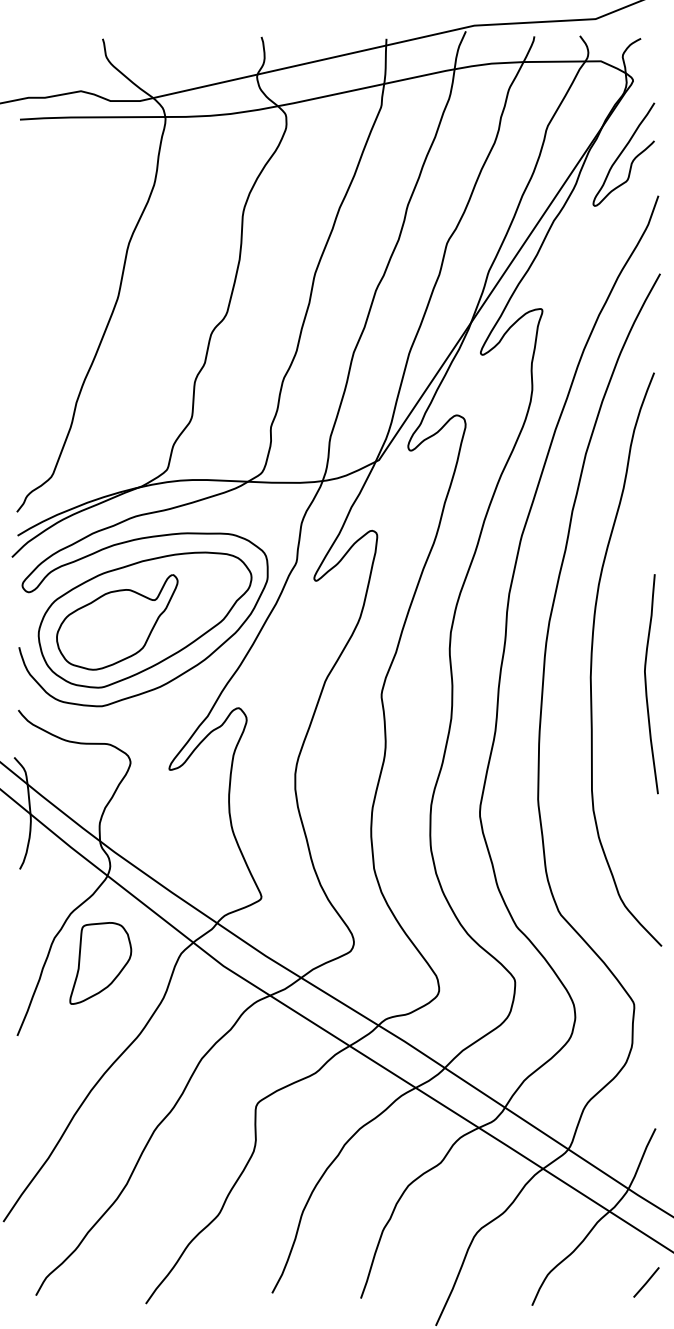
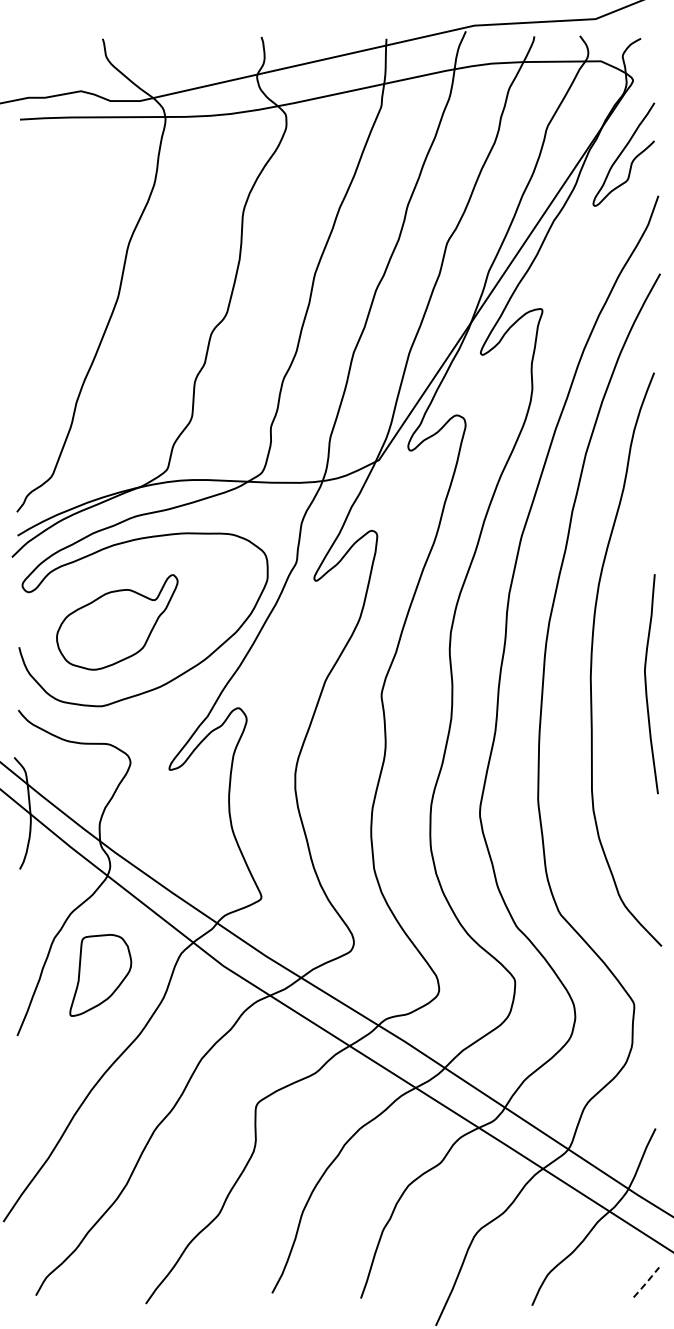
part at (144, 619): present -> none
part at (100, 963) position: (100, 963) -> (100, 975)
line at (646, 1282): solid -> dashed
